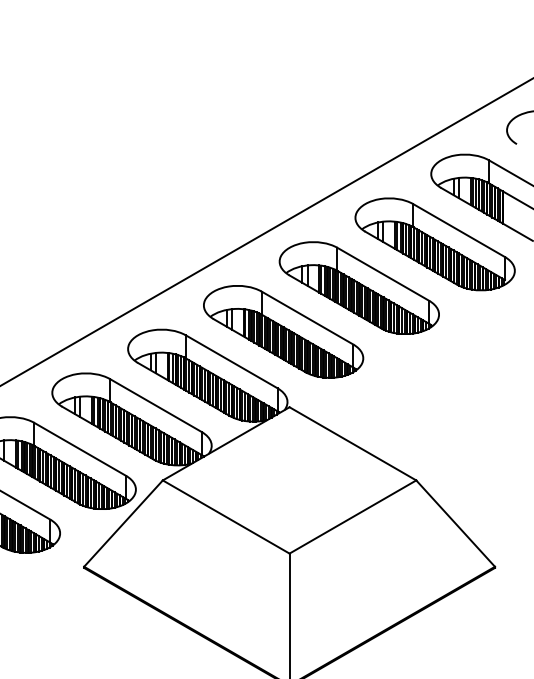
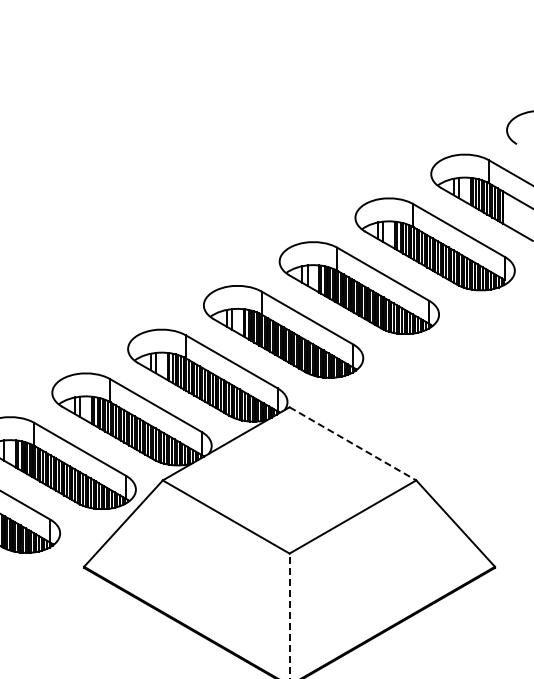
line at (266, 232): present -> none
line at (353, 444): solid -> dashed
line at (289, 615): solid -> dashed
